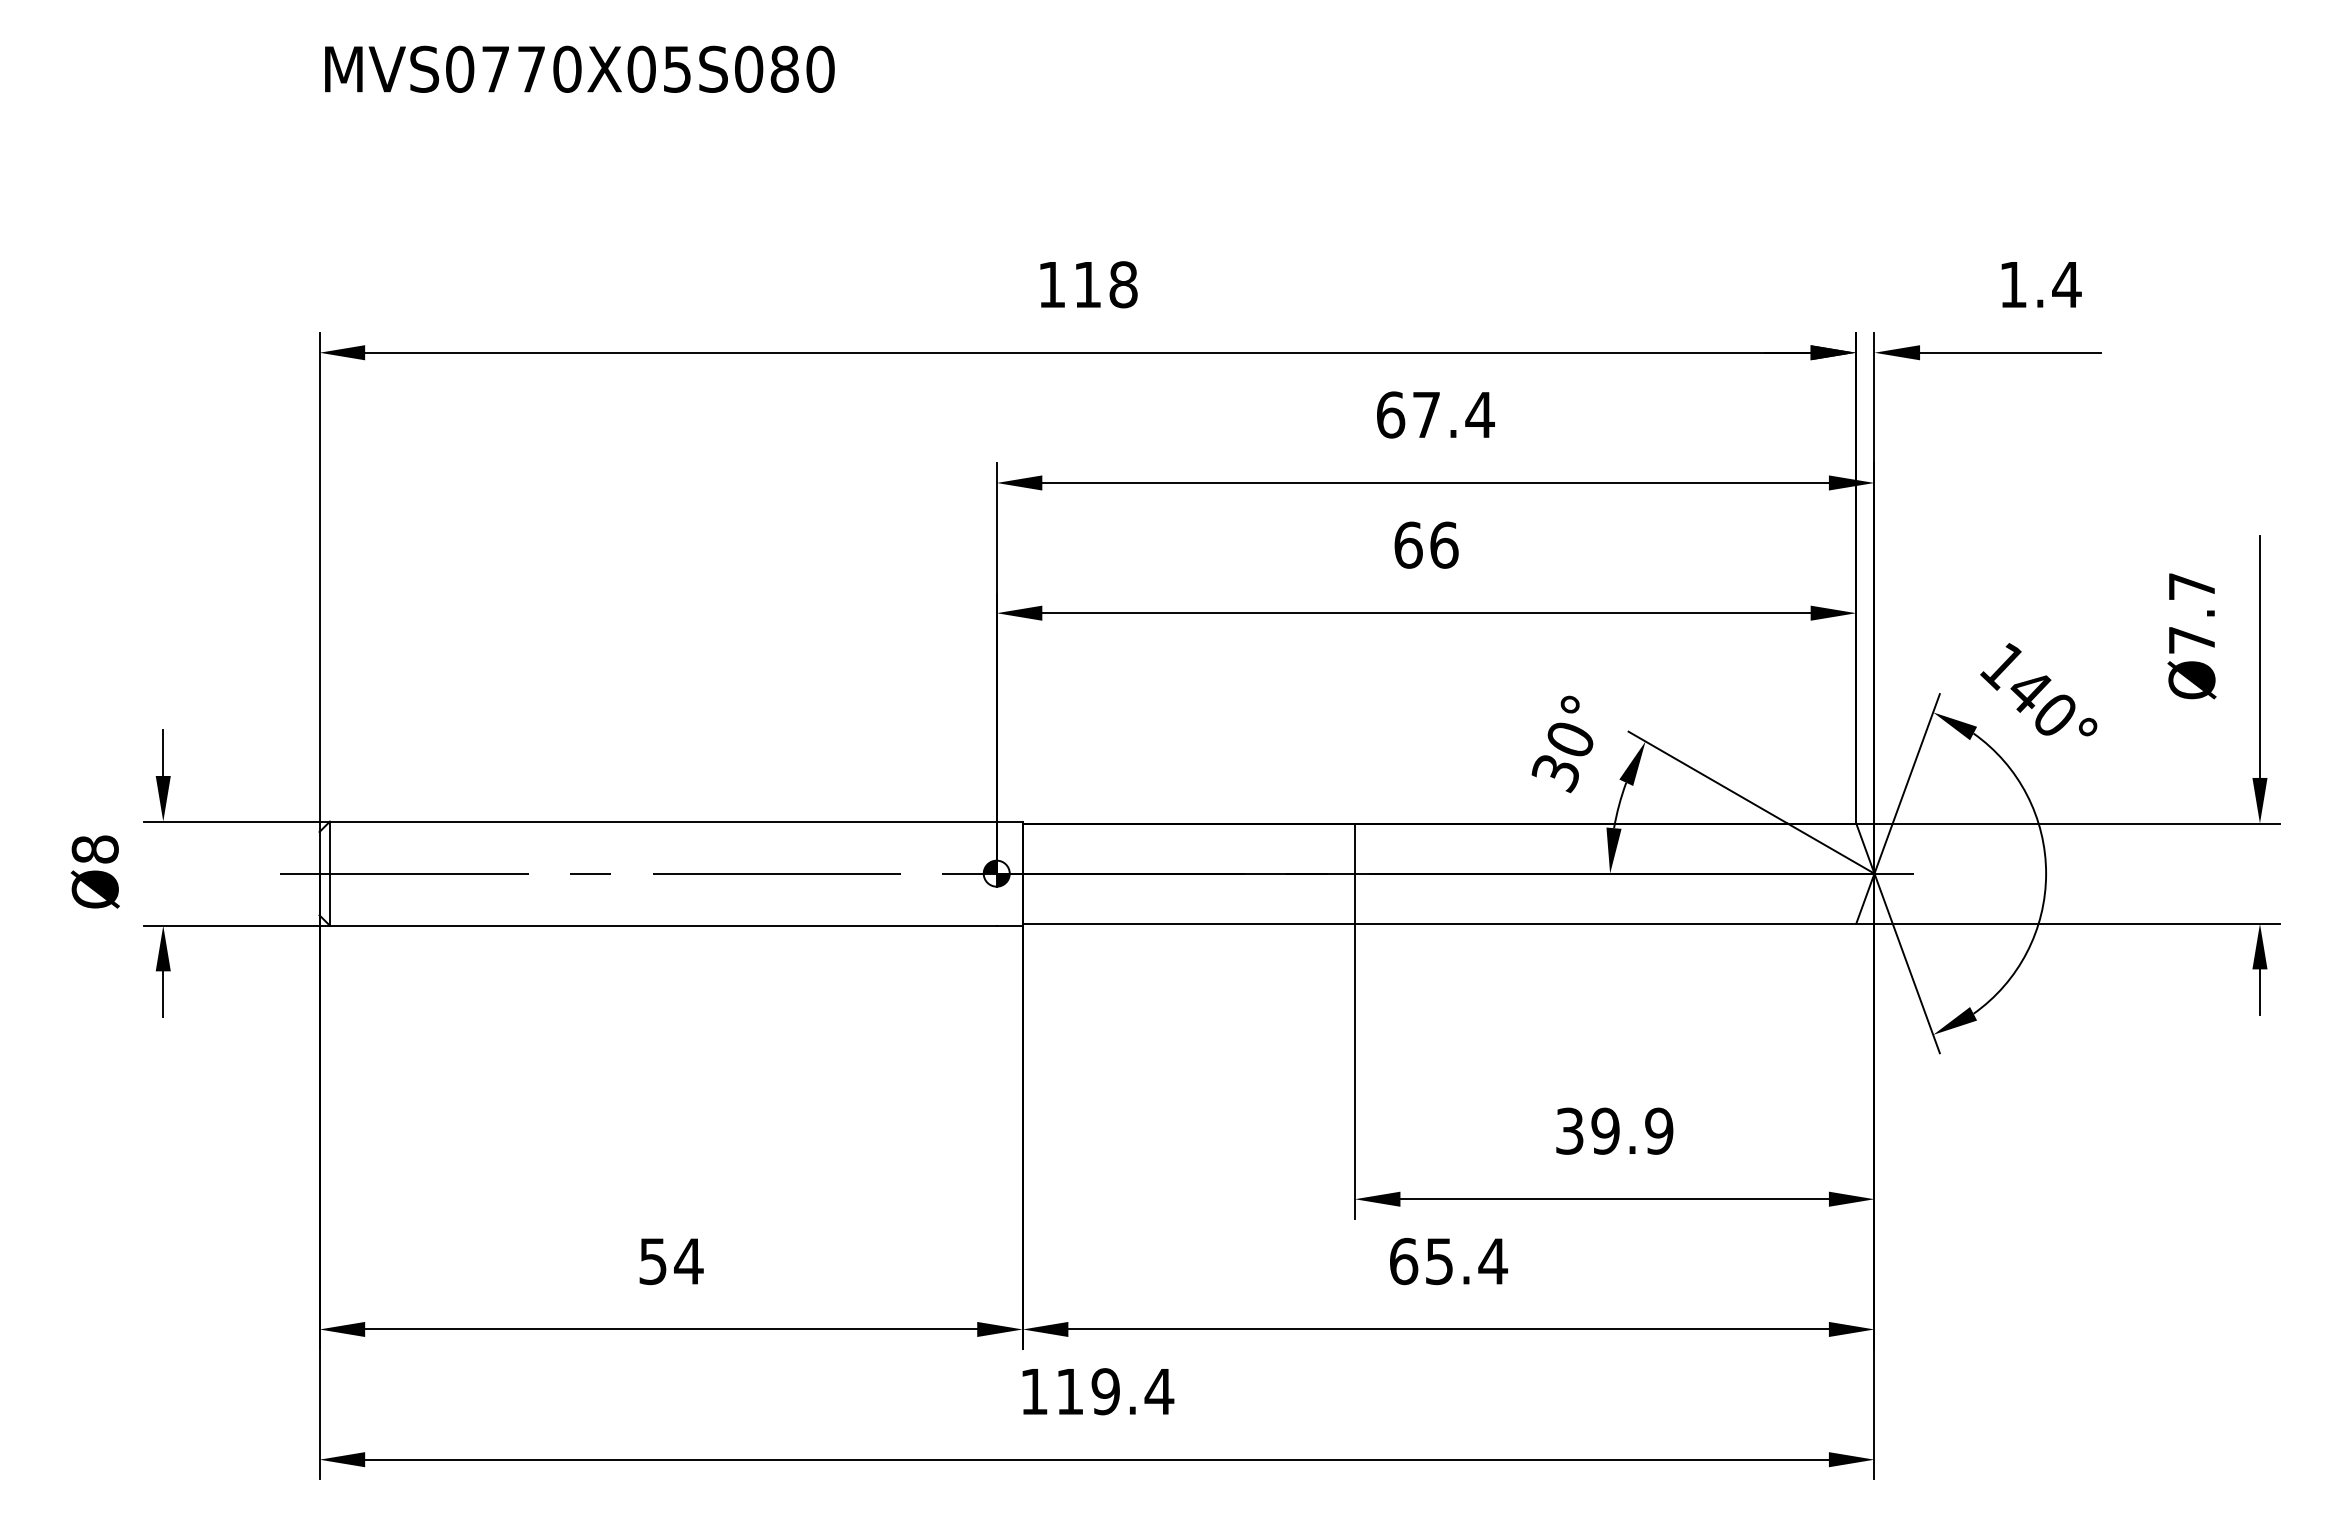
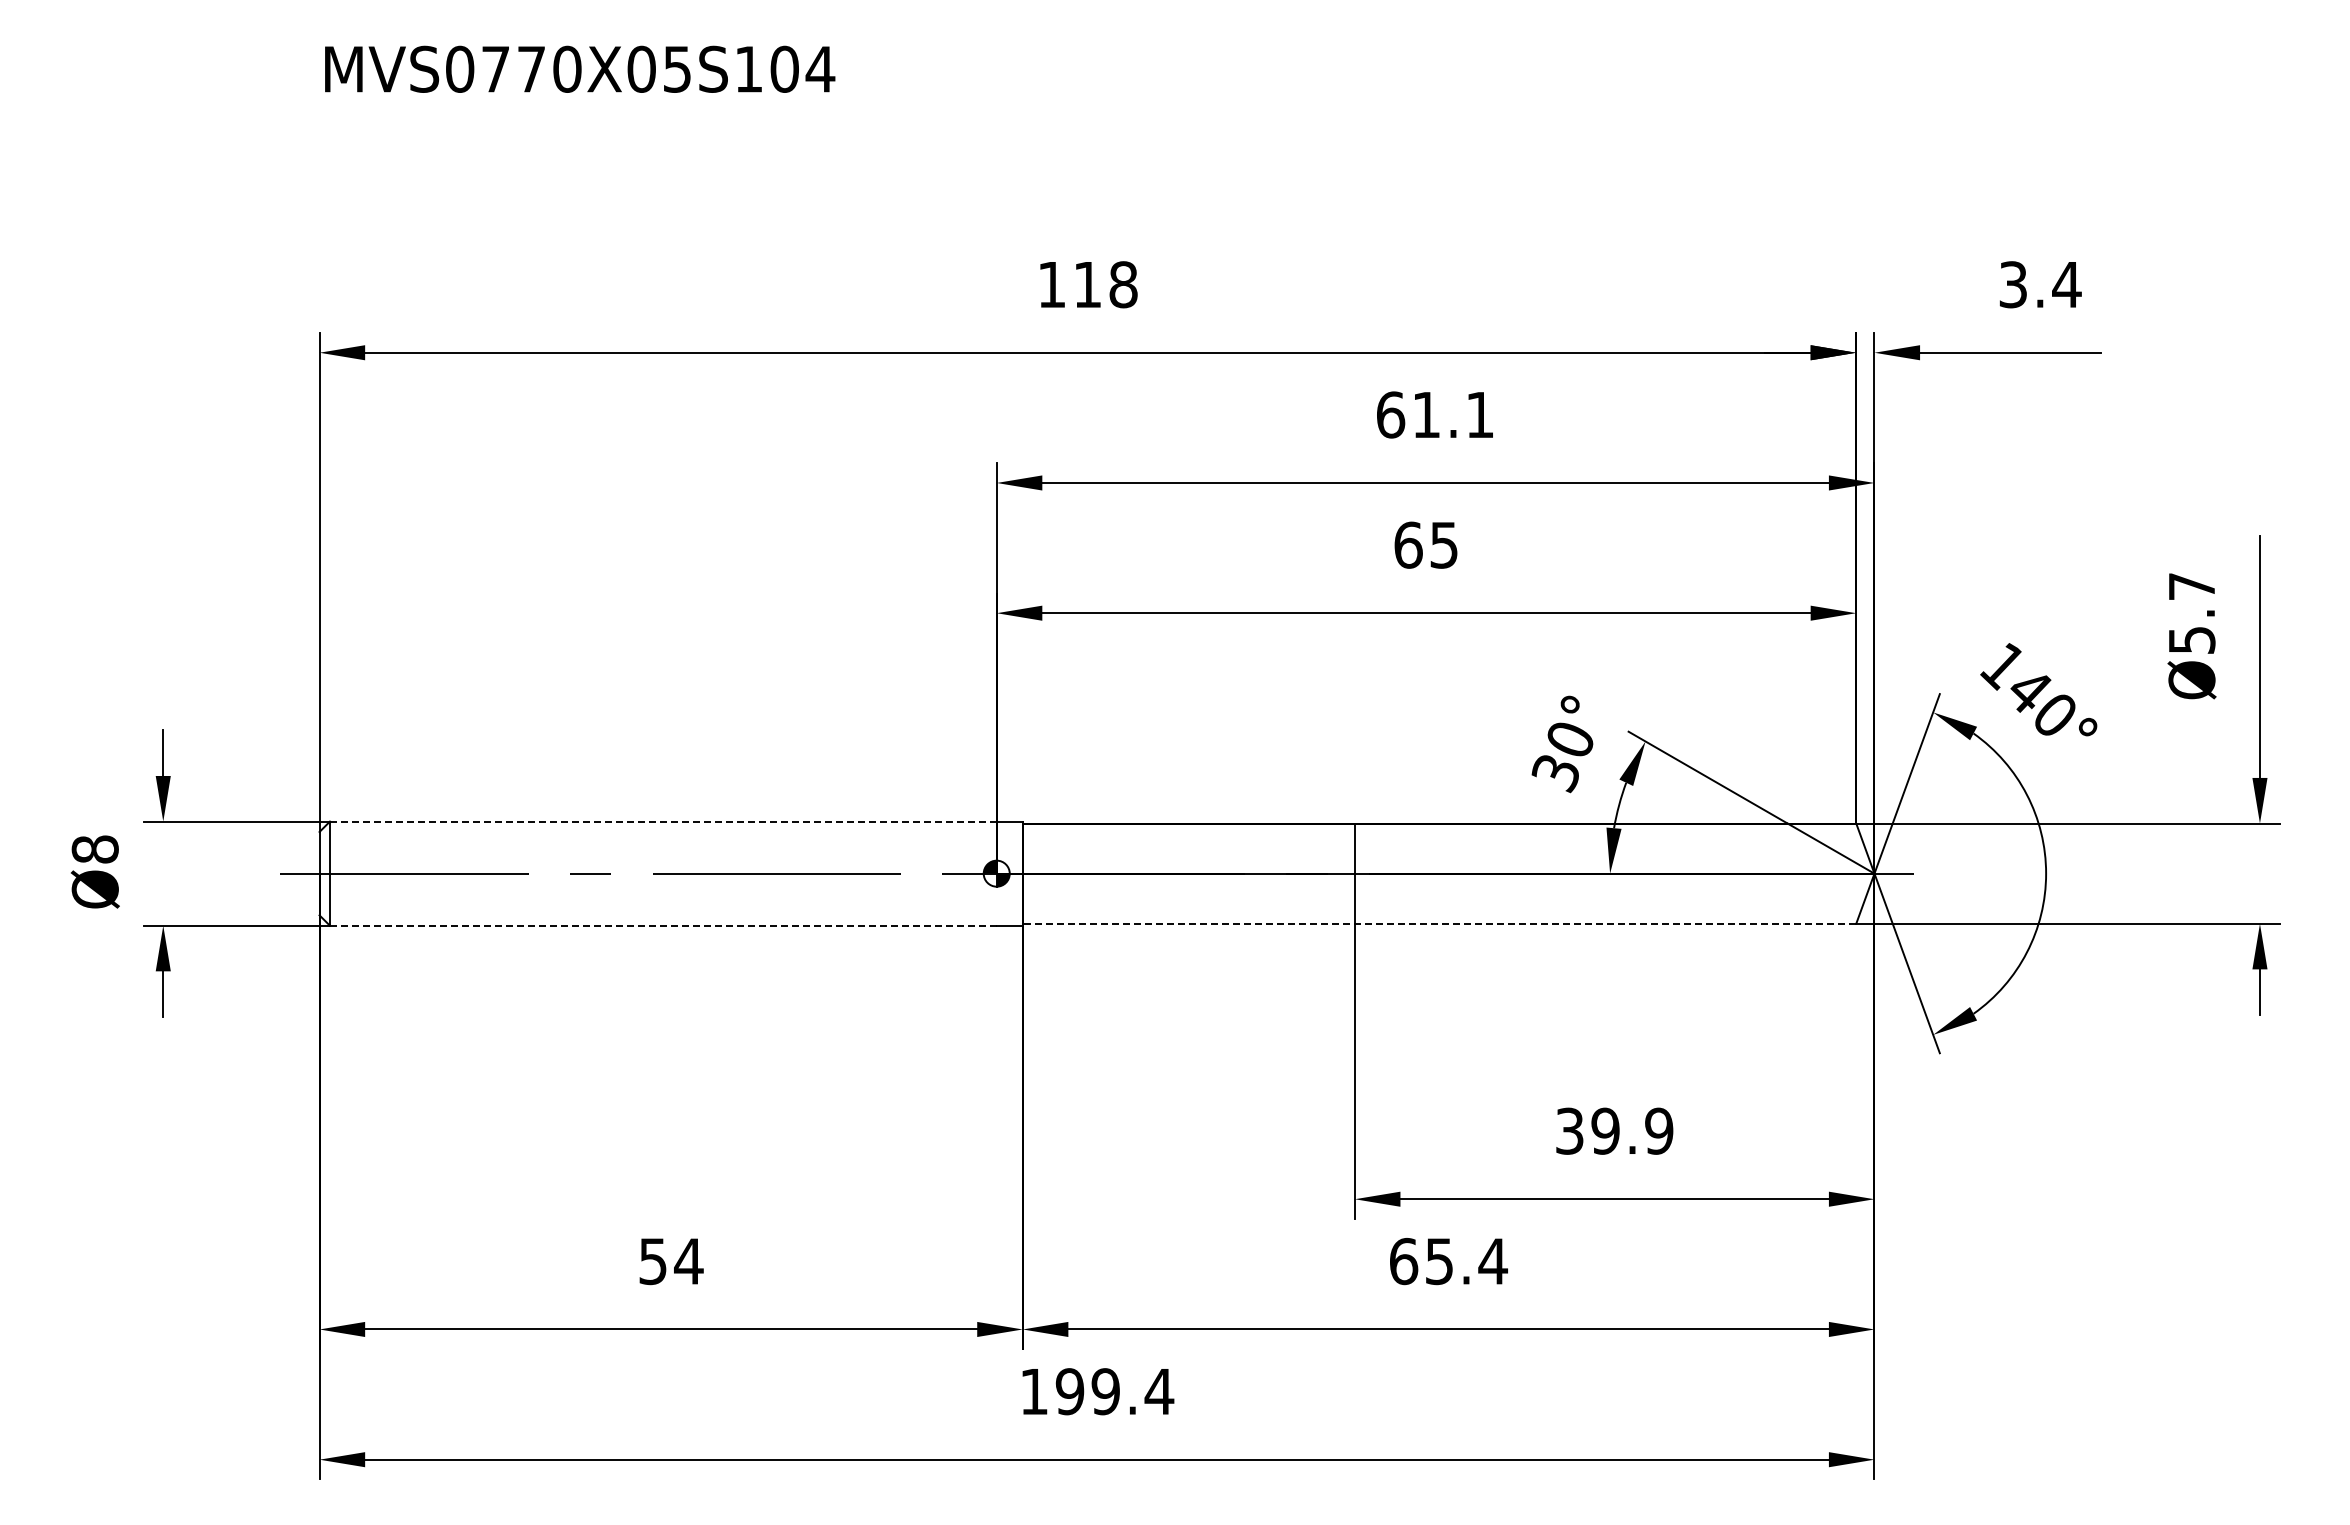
text at (785, 68): MVS0770X05S080 -> MVS0770X05S104
text at (2012, 284): 1.4 -> 3.4
text at (1453, 414): 67.4 -> 61.1
text at (1444, 544): 66 -> 65
text at (2192, 640): Ø7.7 -> Ø5.7
line at (662, 821): solid -> dashed
line at (1439, 923): solid -> dashed
line at (663, 925): solid -> dashed
text at (1069, 1391): 119.4 -> 199.4
